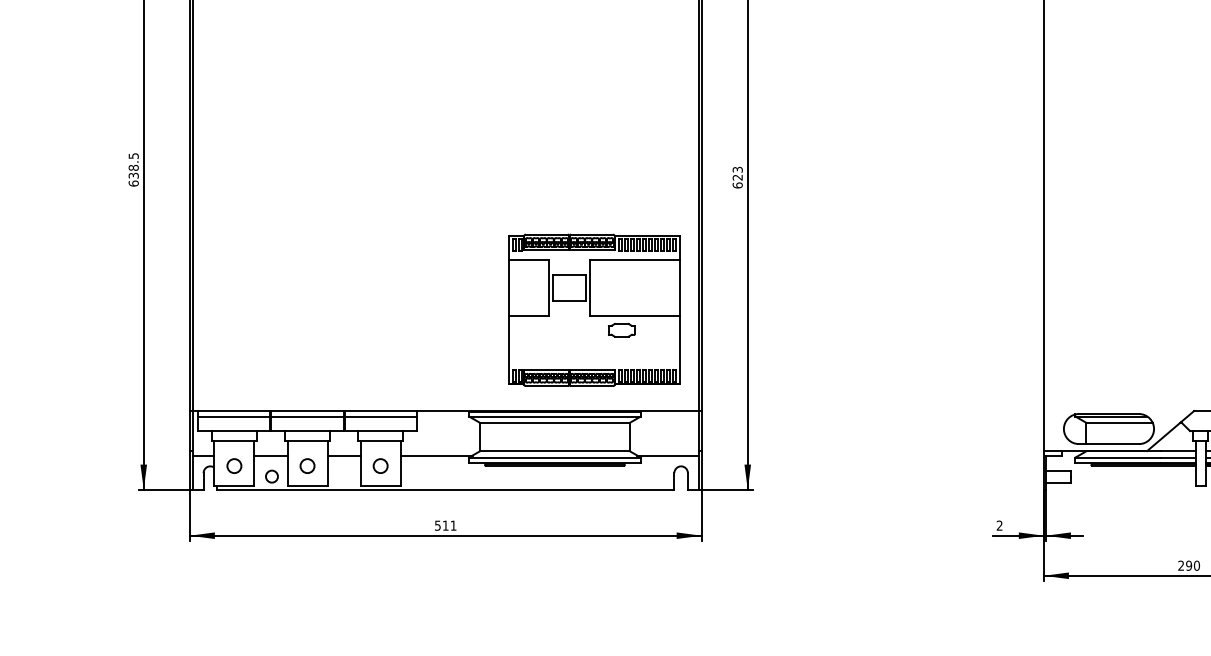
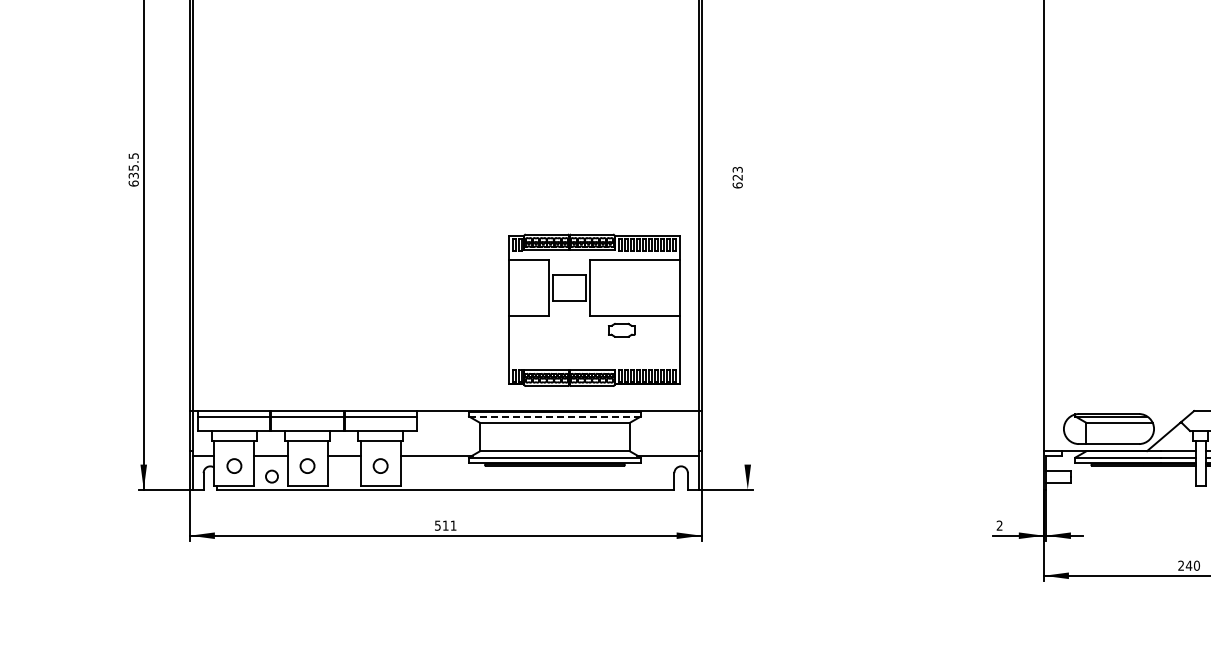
text at (133, 167): 638.5 -> 635.5
line at (747, 245): present -> none
line at (554, 416): solid -> dashed
text at (1188, 565): 290 -> 240
